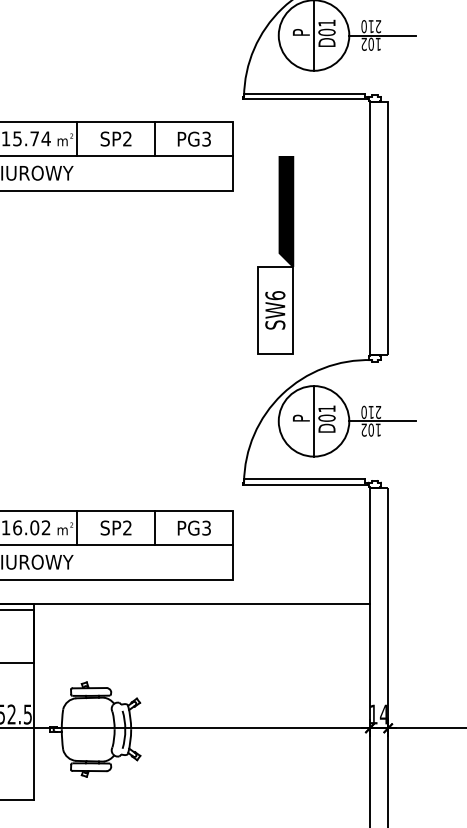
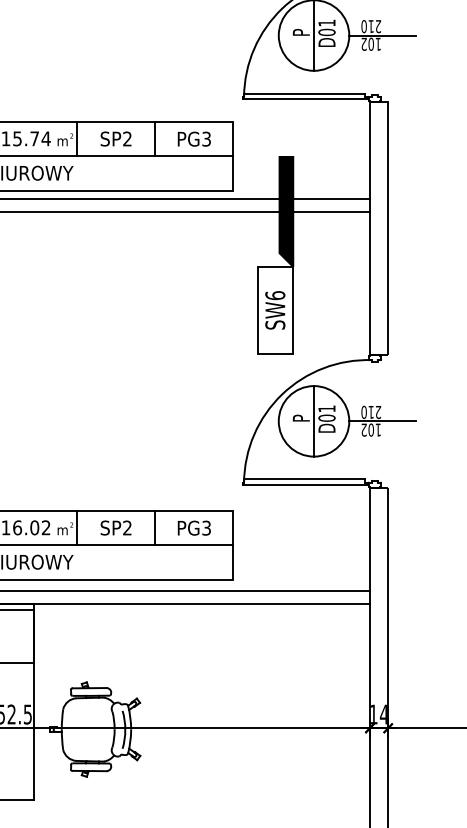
line at (185, 198): none -> present
line at (185, 211): none -> present
line at (185, 590): none -> present
